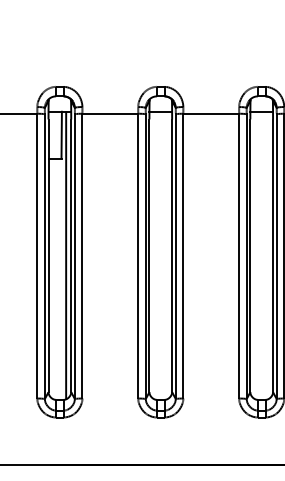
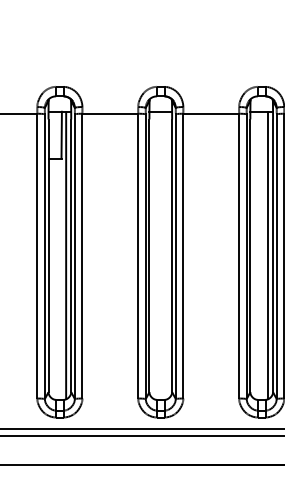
line at (268, 255): none -> present
line at (141, 429): none -> present
line at (141, 436): none -> present
